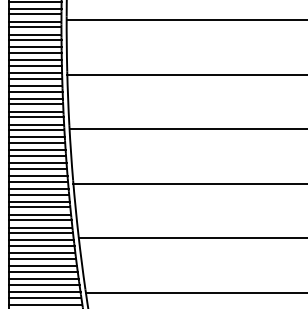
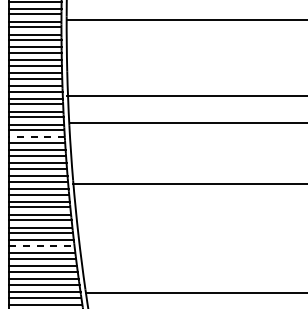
line at (185, 74) position: (185, 74) -> (185, 95)
line at (186, 129) position: (186, 129) -> (186, 123)
line at (37, 137): solid -> dashed
line at (191, 238): present -> none
line at (42, 246): solid -> dashed
